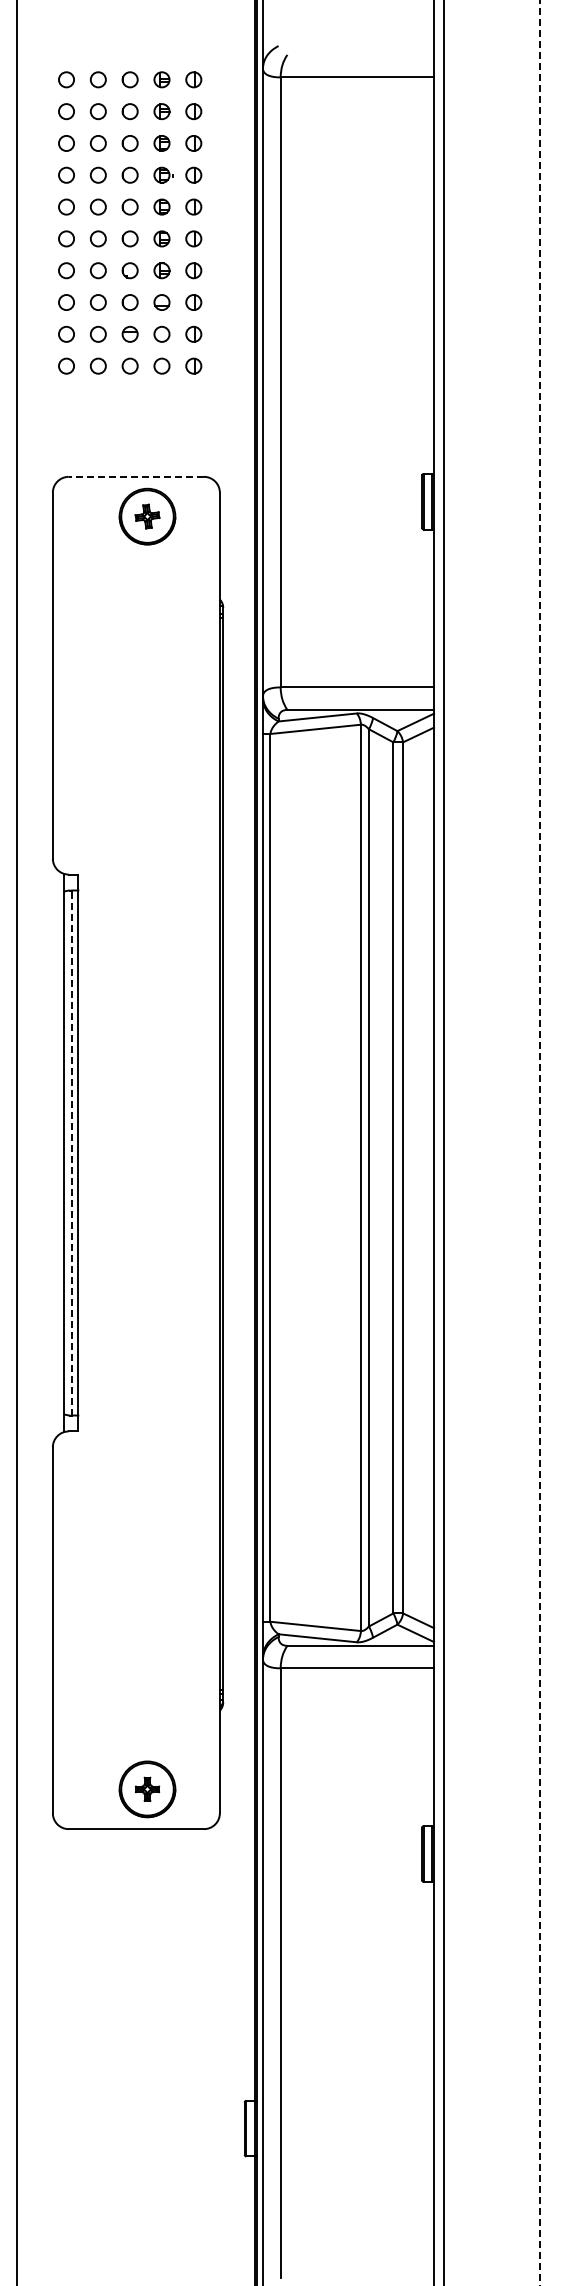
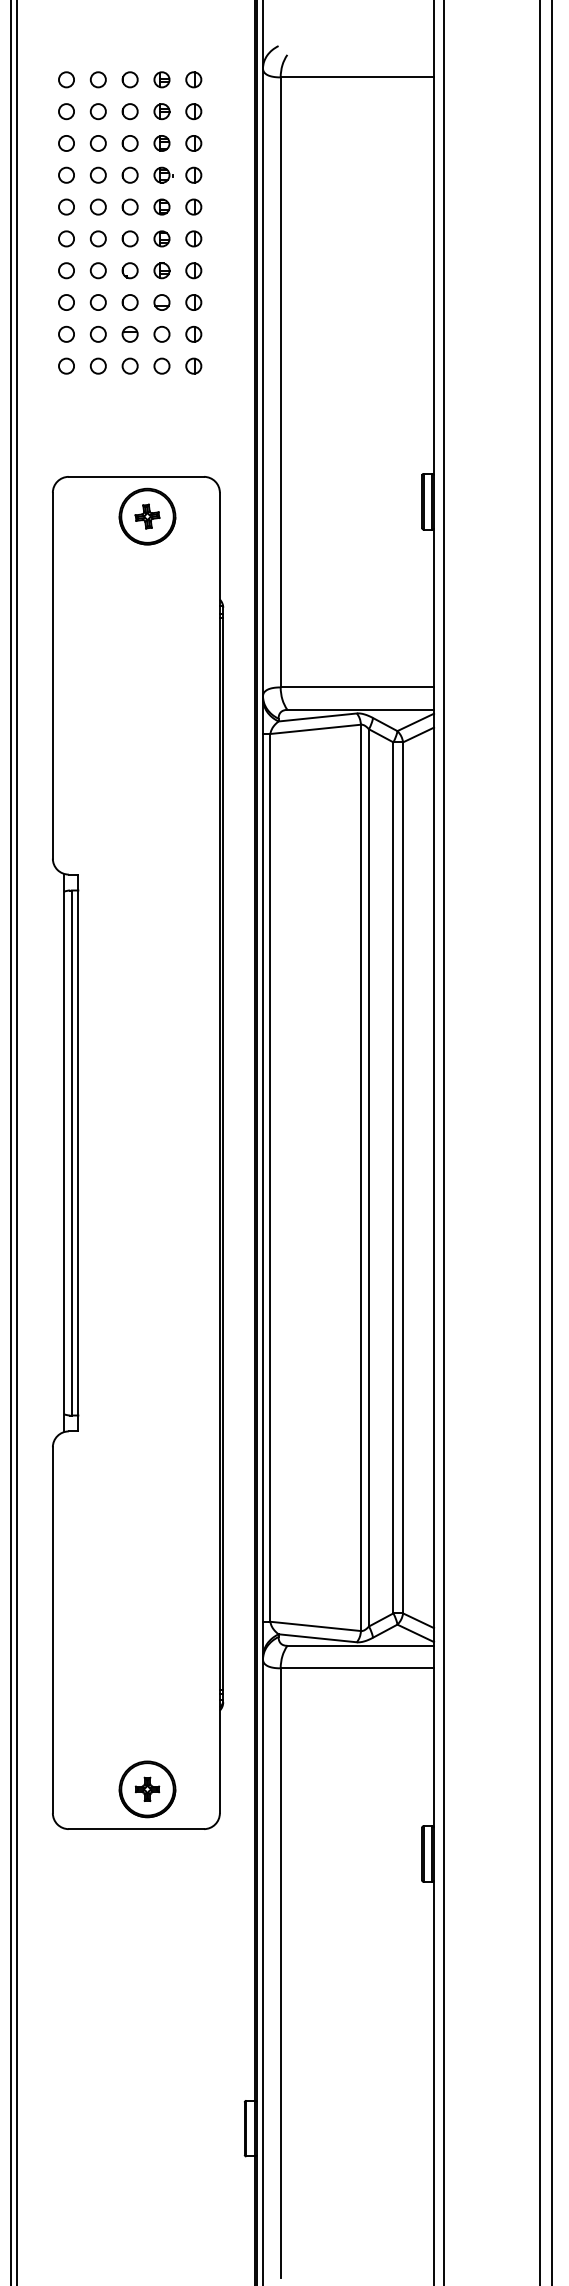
line at (136, 476): dashed -> solid
line at (10, 1142): none -> present
line at (551, 1142): none -> present
line at (539, 1143): dashed -> solid
line at (71, 1153): dashed -> solid
